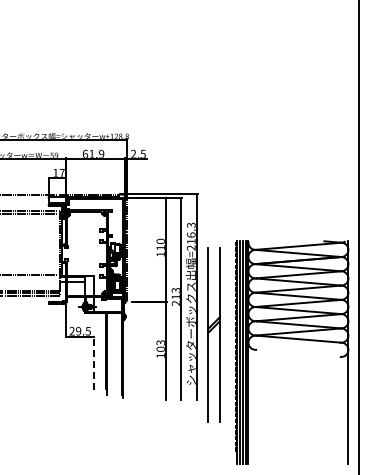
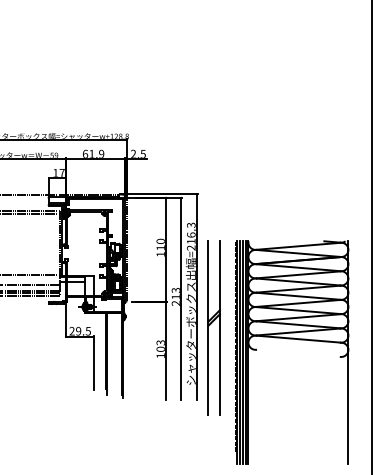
line at (359, 236) position: (359, 236) -> (372, 236)
line at (30, 285): none -> present
part at (213, 334) position: (213, 334) -> (213, 327)
line at (93, 362): dashed -> solid
